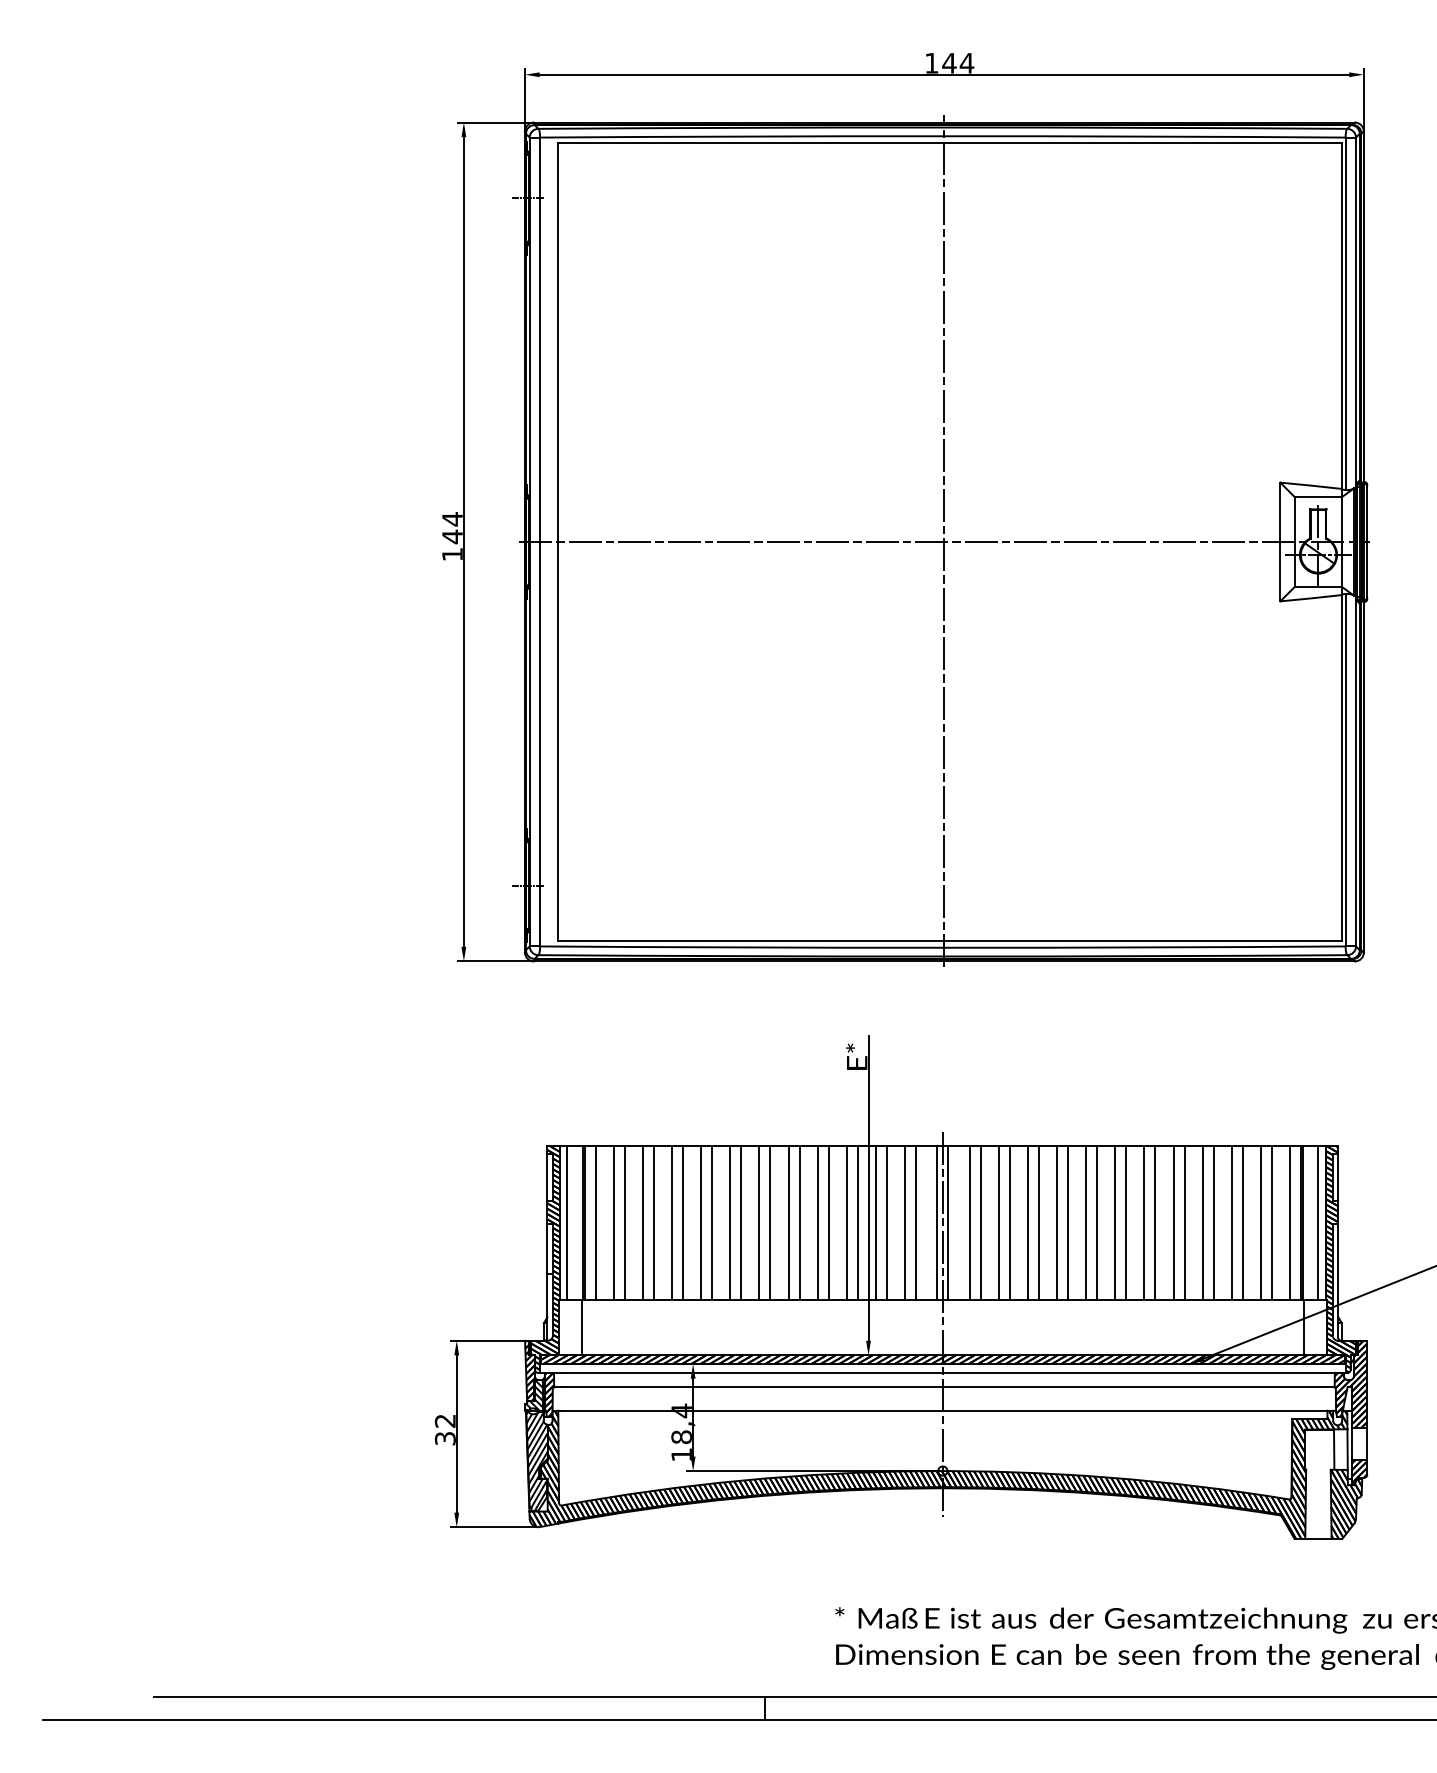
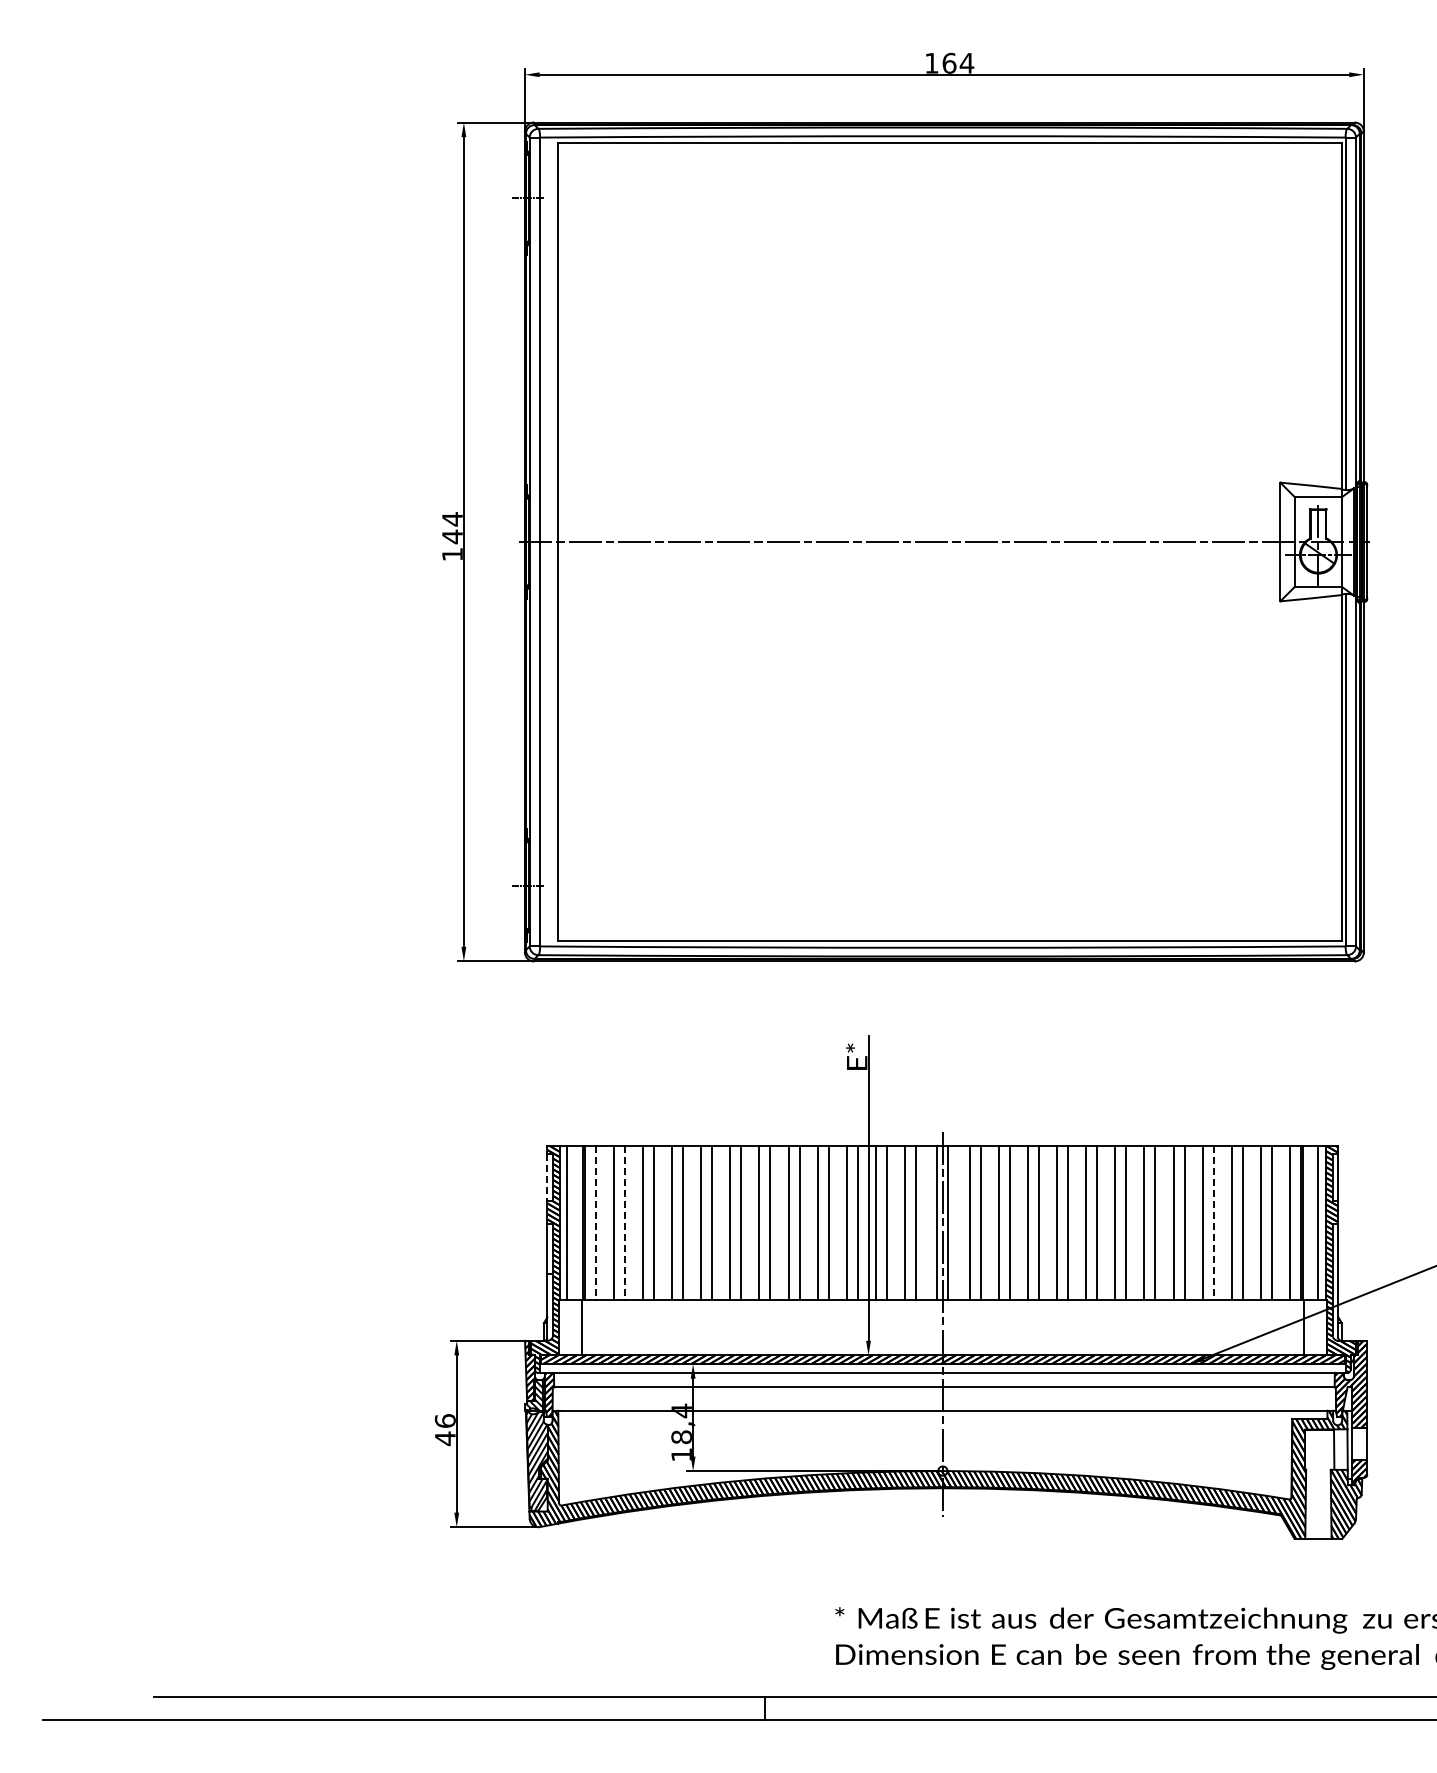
text at (949, 62): 144 -> 164
line at (944, 540): present -> none
line at (547, 1178): solid -> dashed
line at (595, 1223): solid -> dashed
line at (624, 1223): solid -> dashed
line at (1213, 1223): solid -> dashed
text at (444, 1430): 32 -> 46
